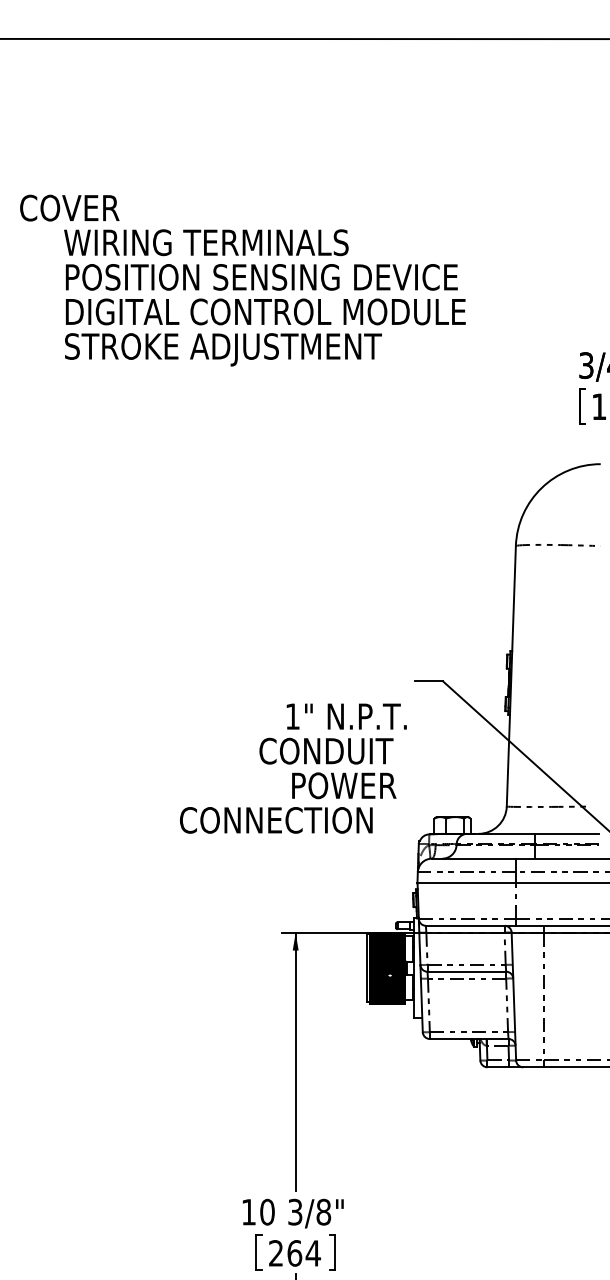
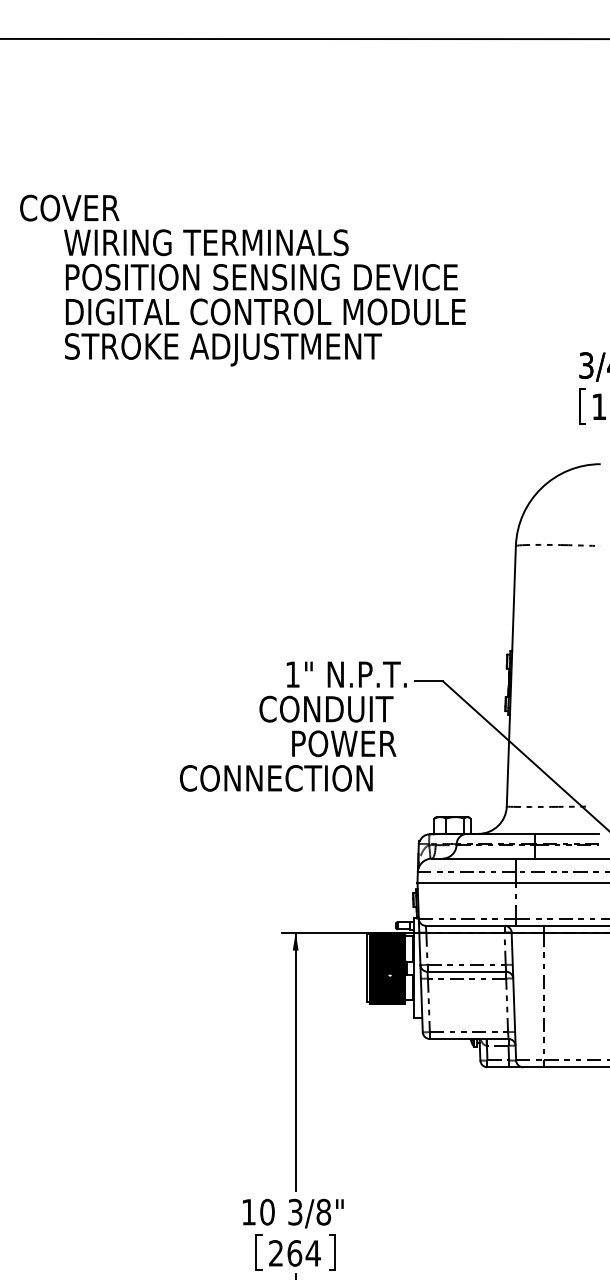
text at (293, 768) position: (293, 768) -> (293, 726)
